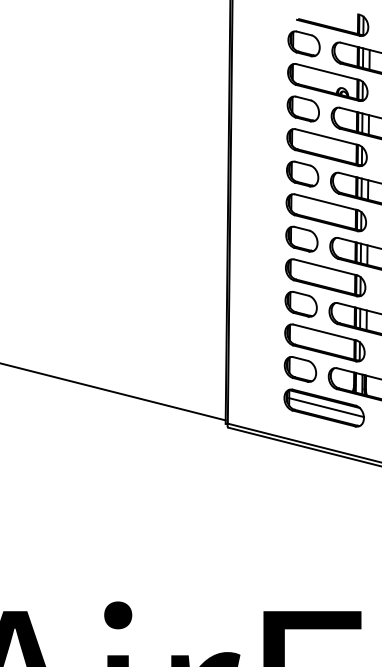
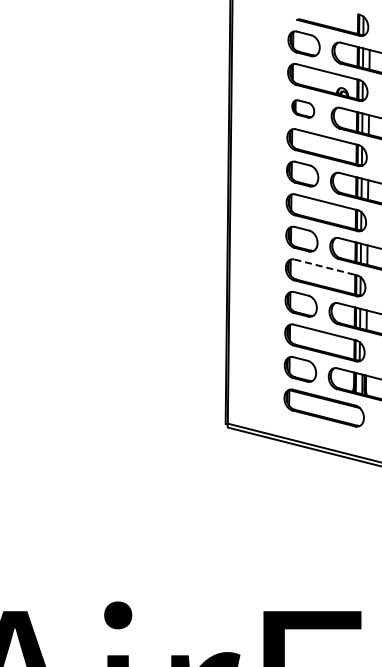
part at (302, 108) size: 34x28 px -> 25x20 px
line at (326, 267): solid -> dashed
line at (113, 391): present -> none
line at (326, 407): present -> none
